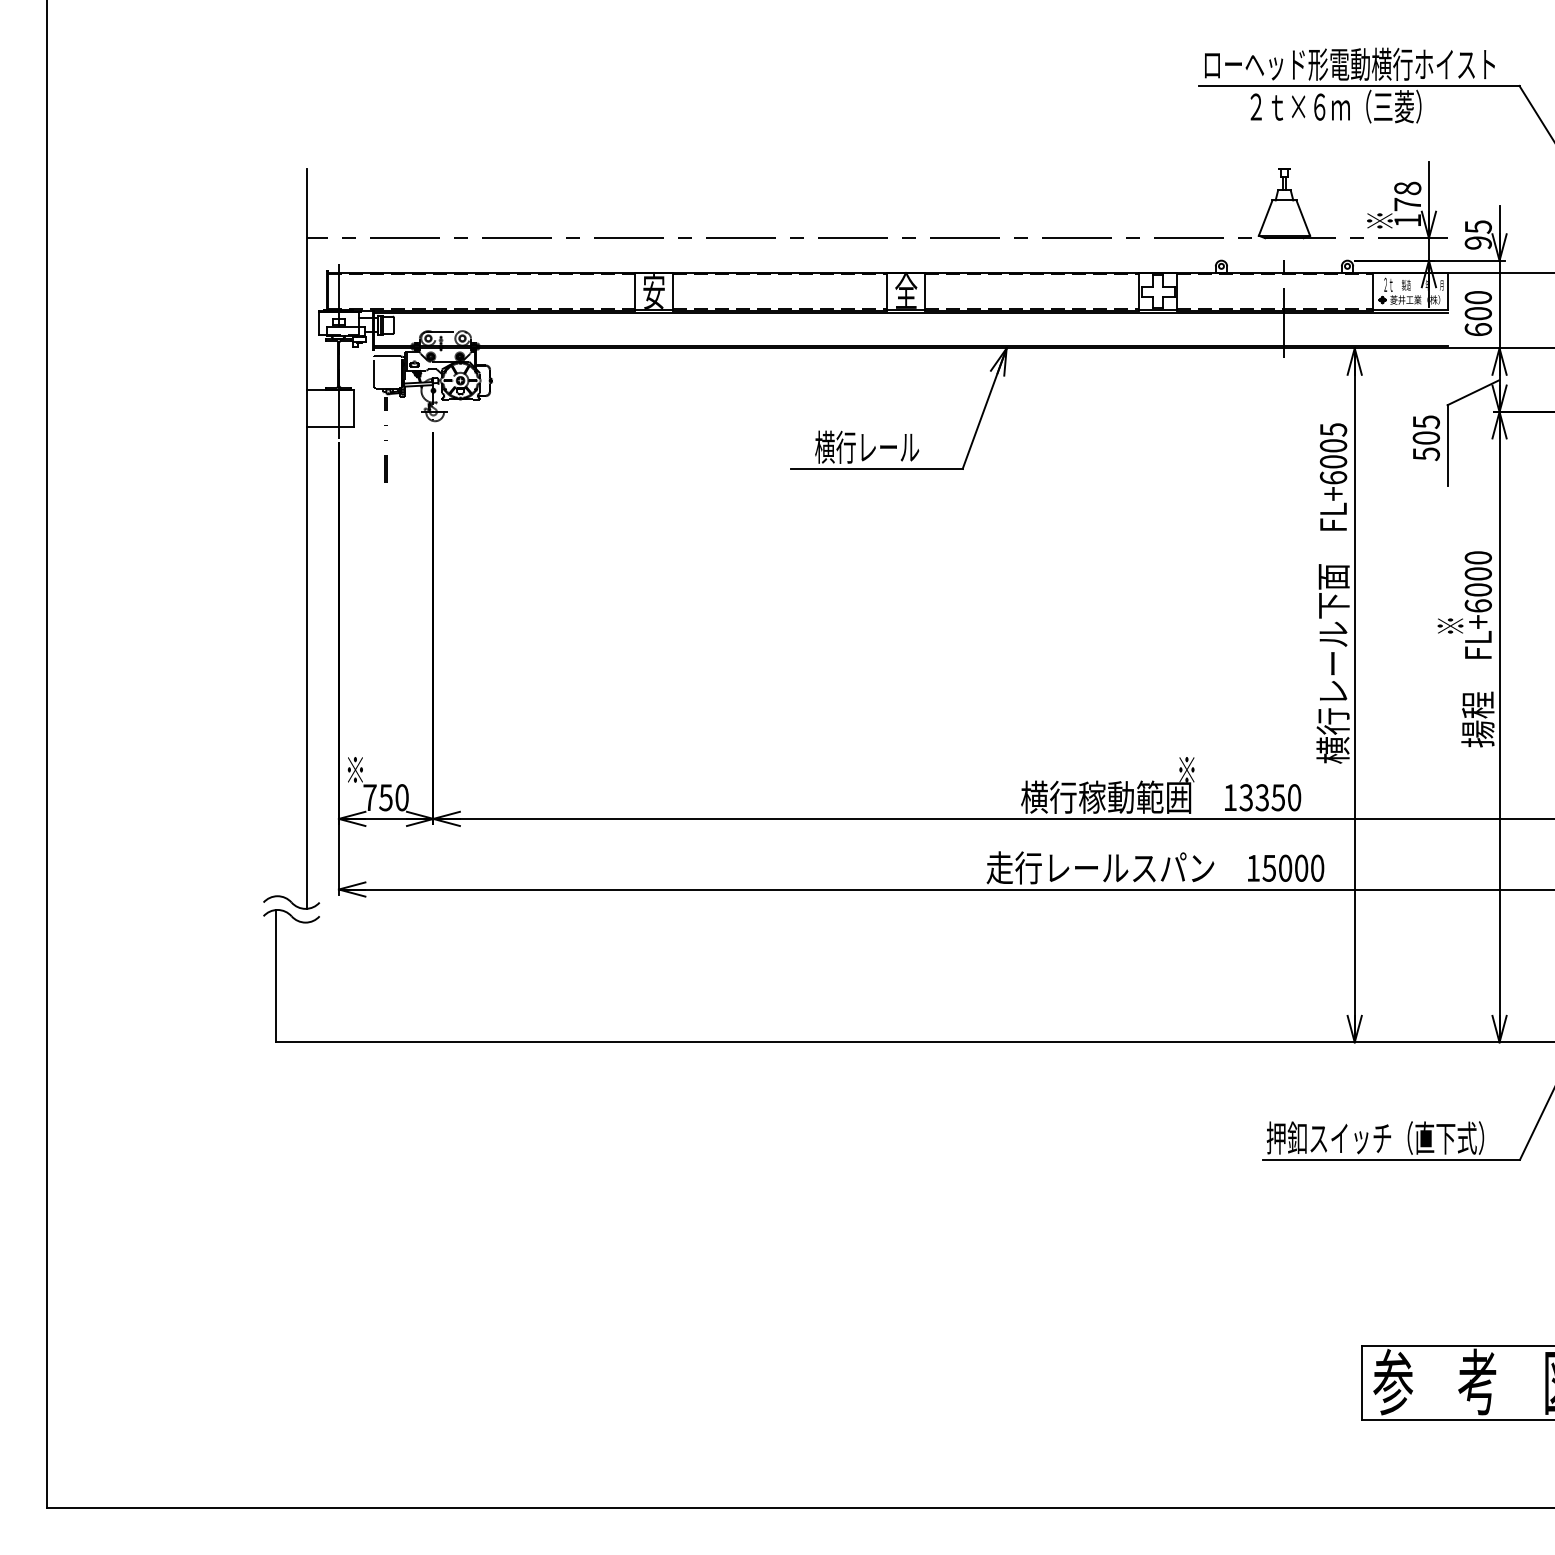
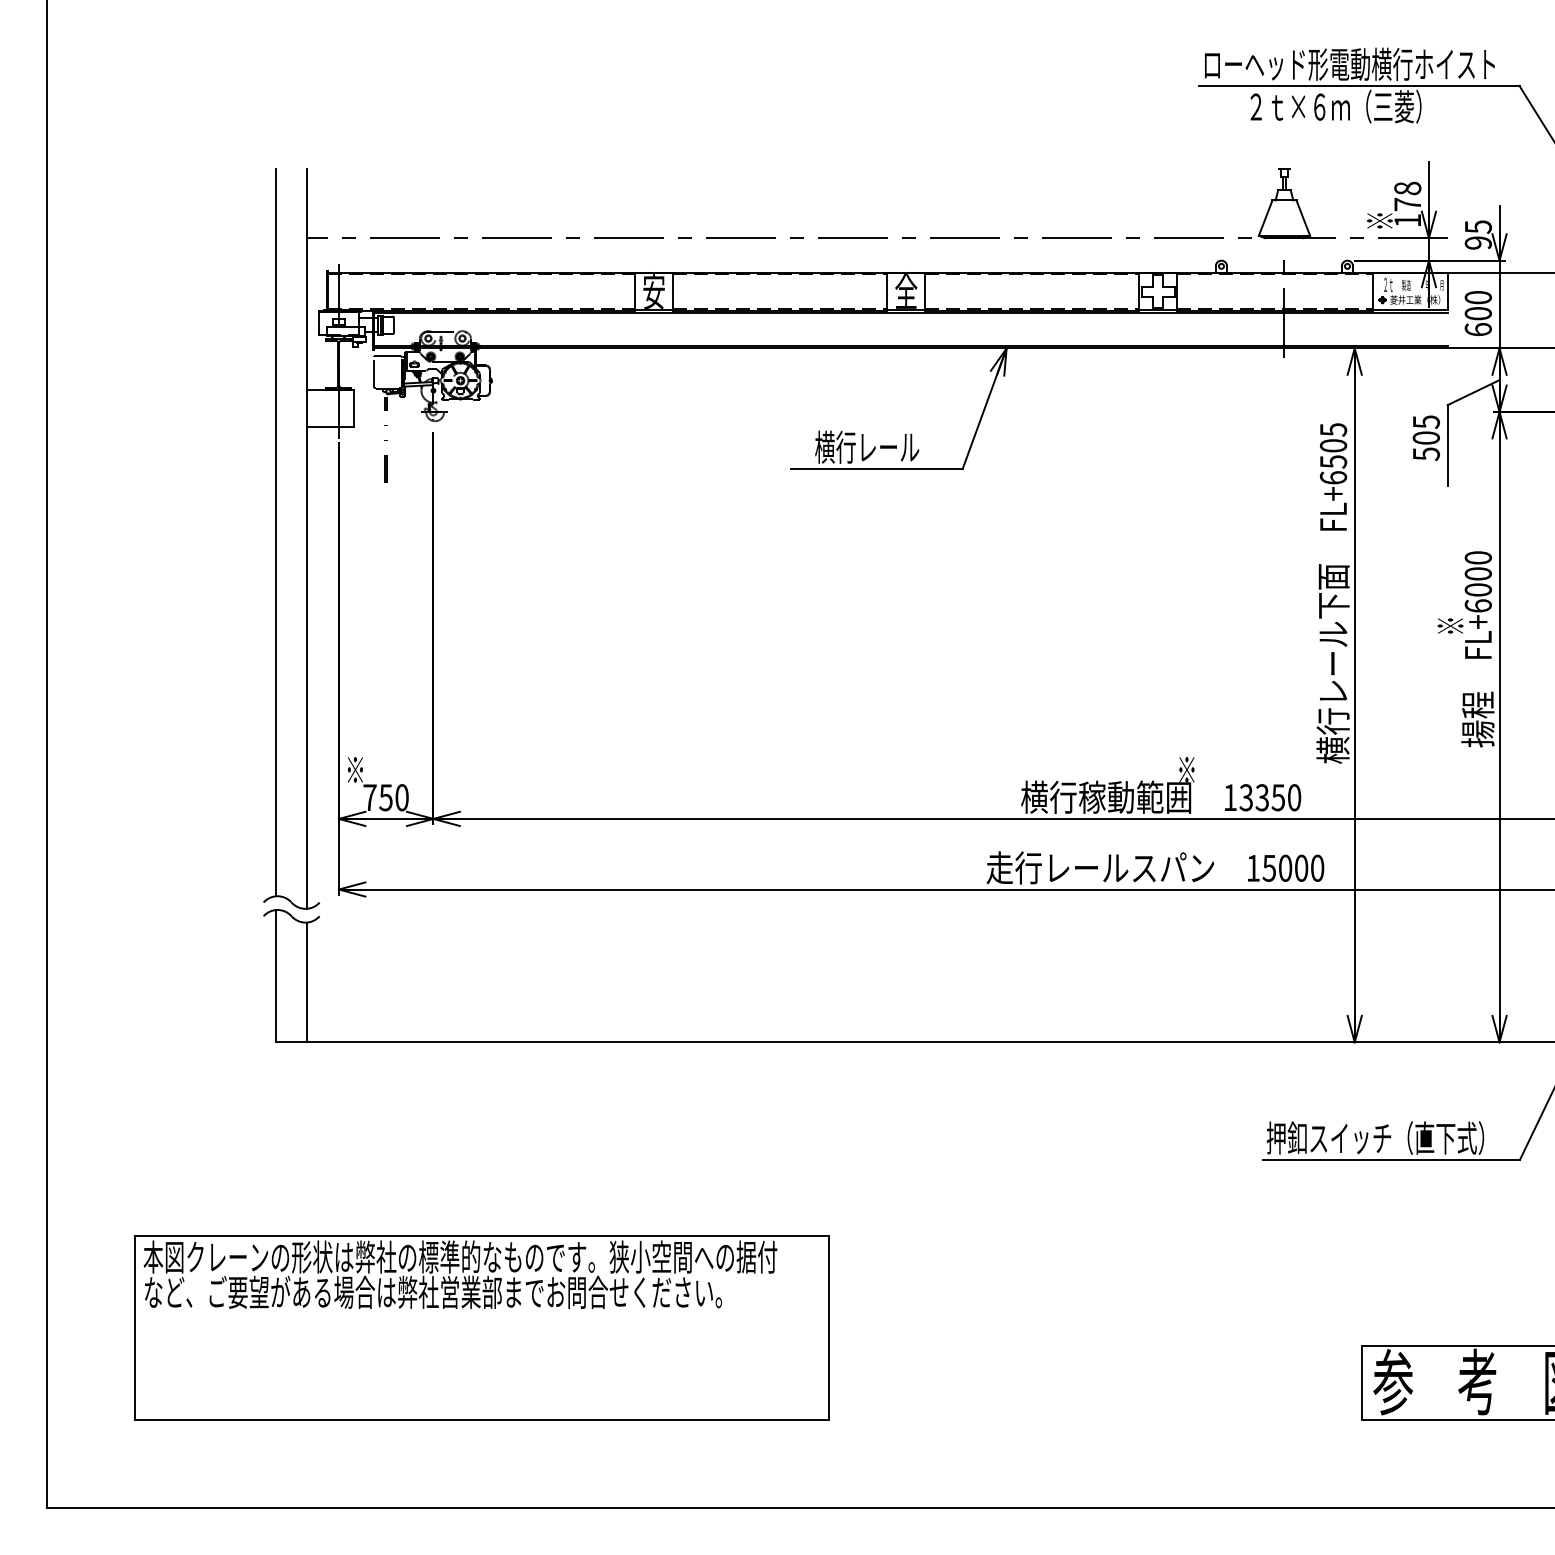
text at (1333, 461): FL+6005 -> FL+6505
line at (275, 532): none -> present
line at (307, 982): none -> present
part at (481, 1327): none -> present
